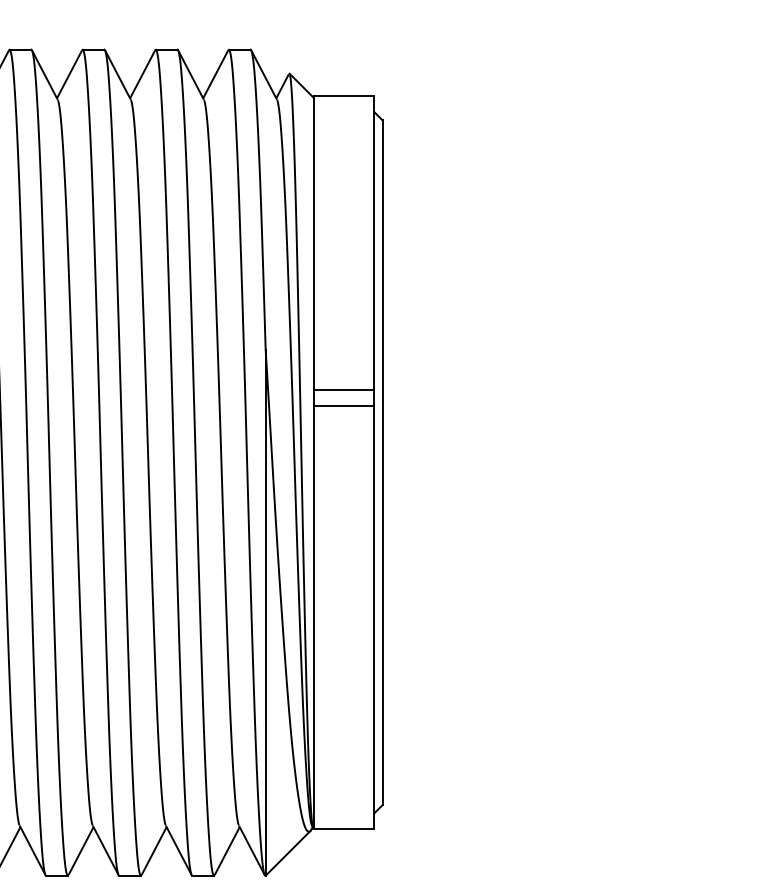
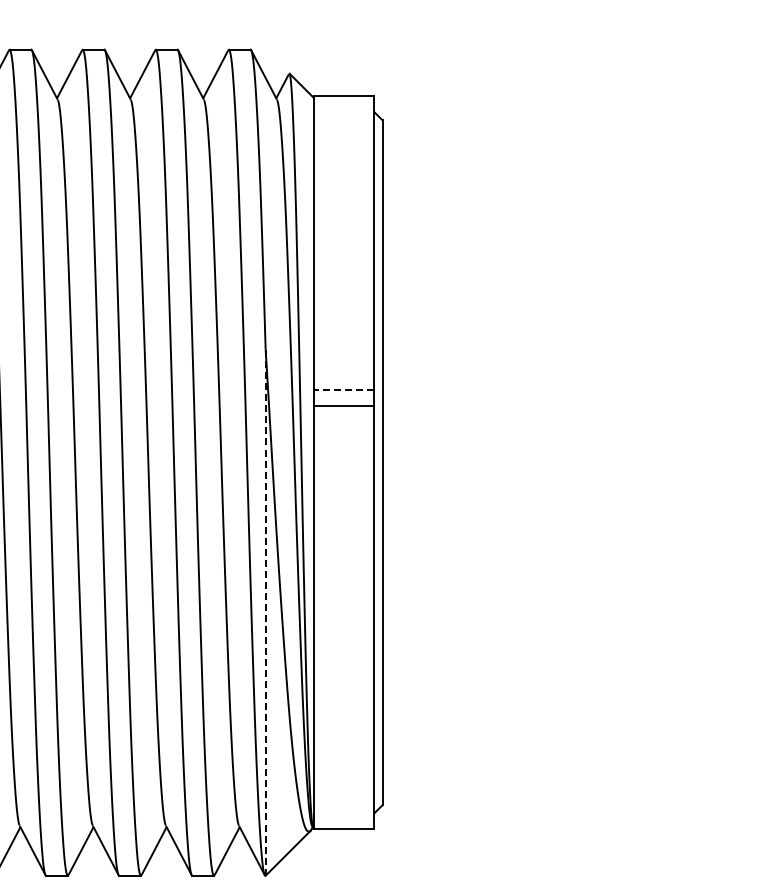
line at (343, 389): solid -> dashed
line at (265, 612): solid -> dashed
